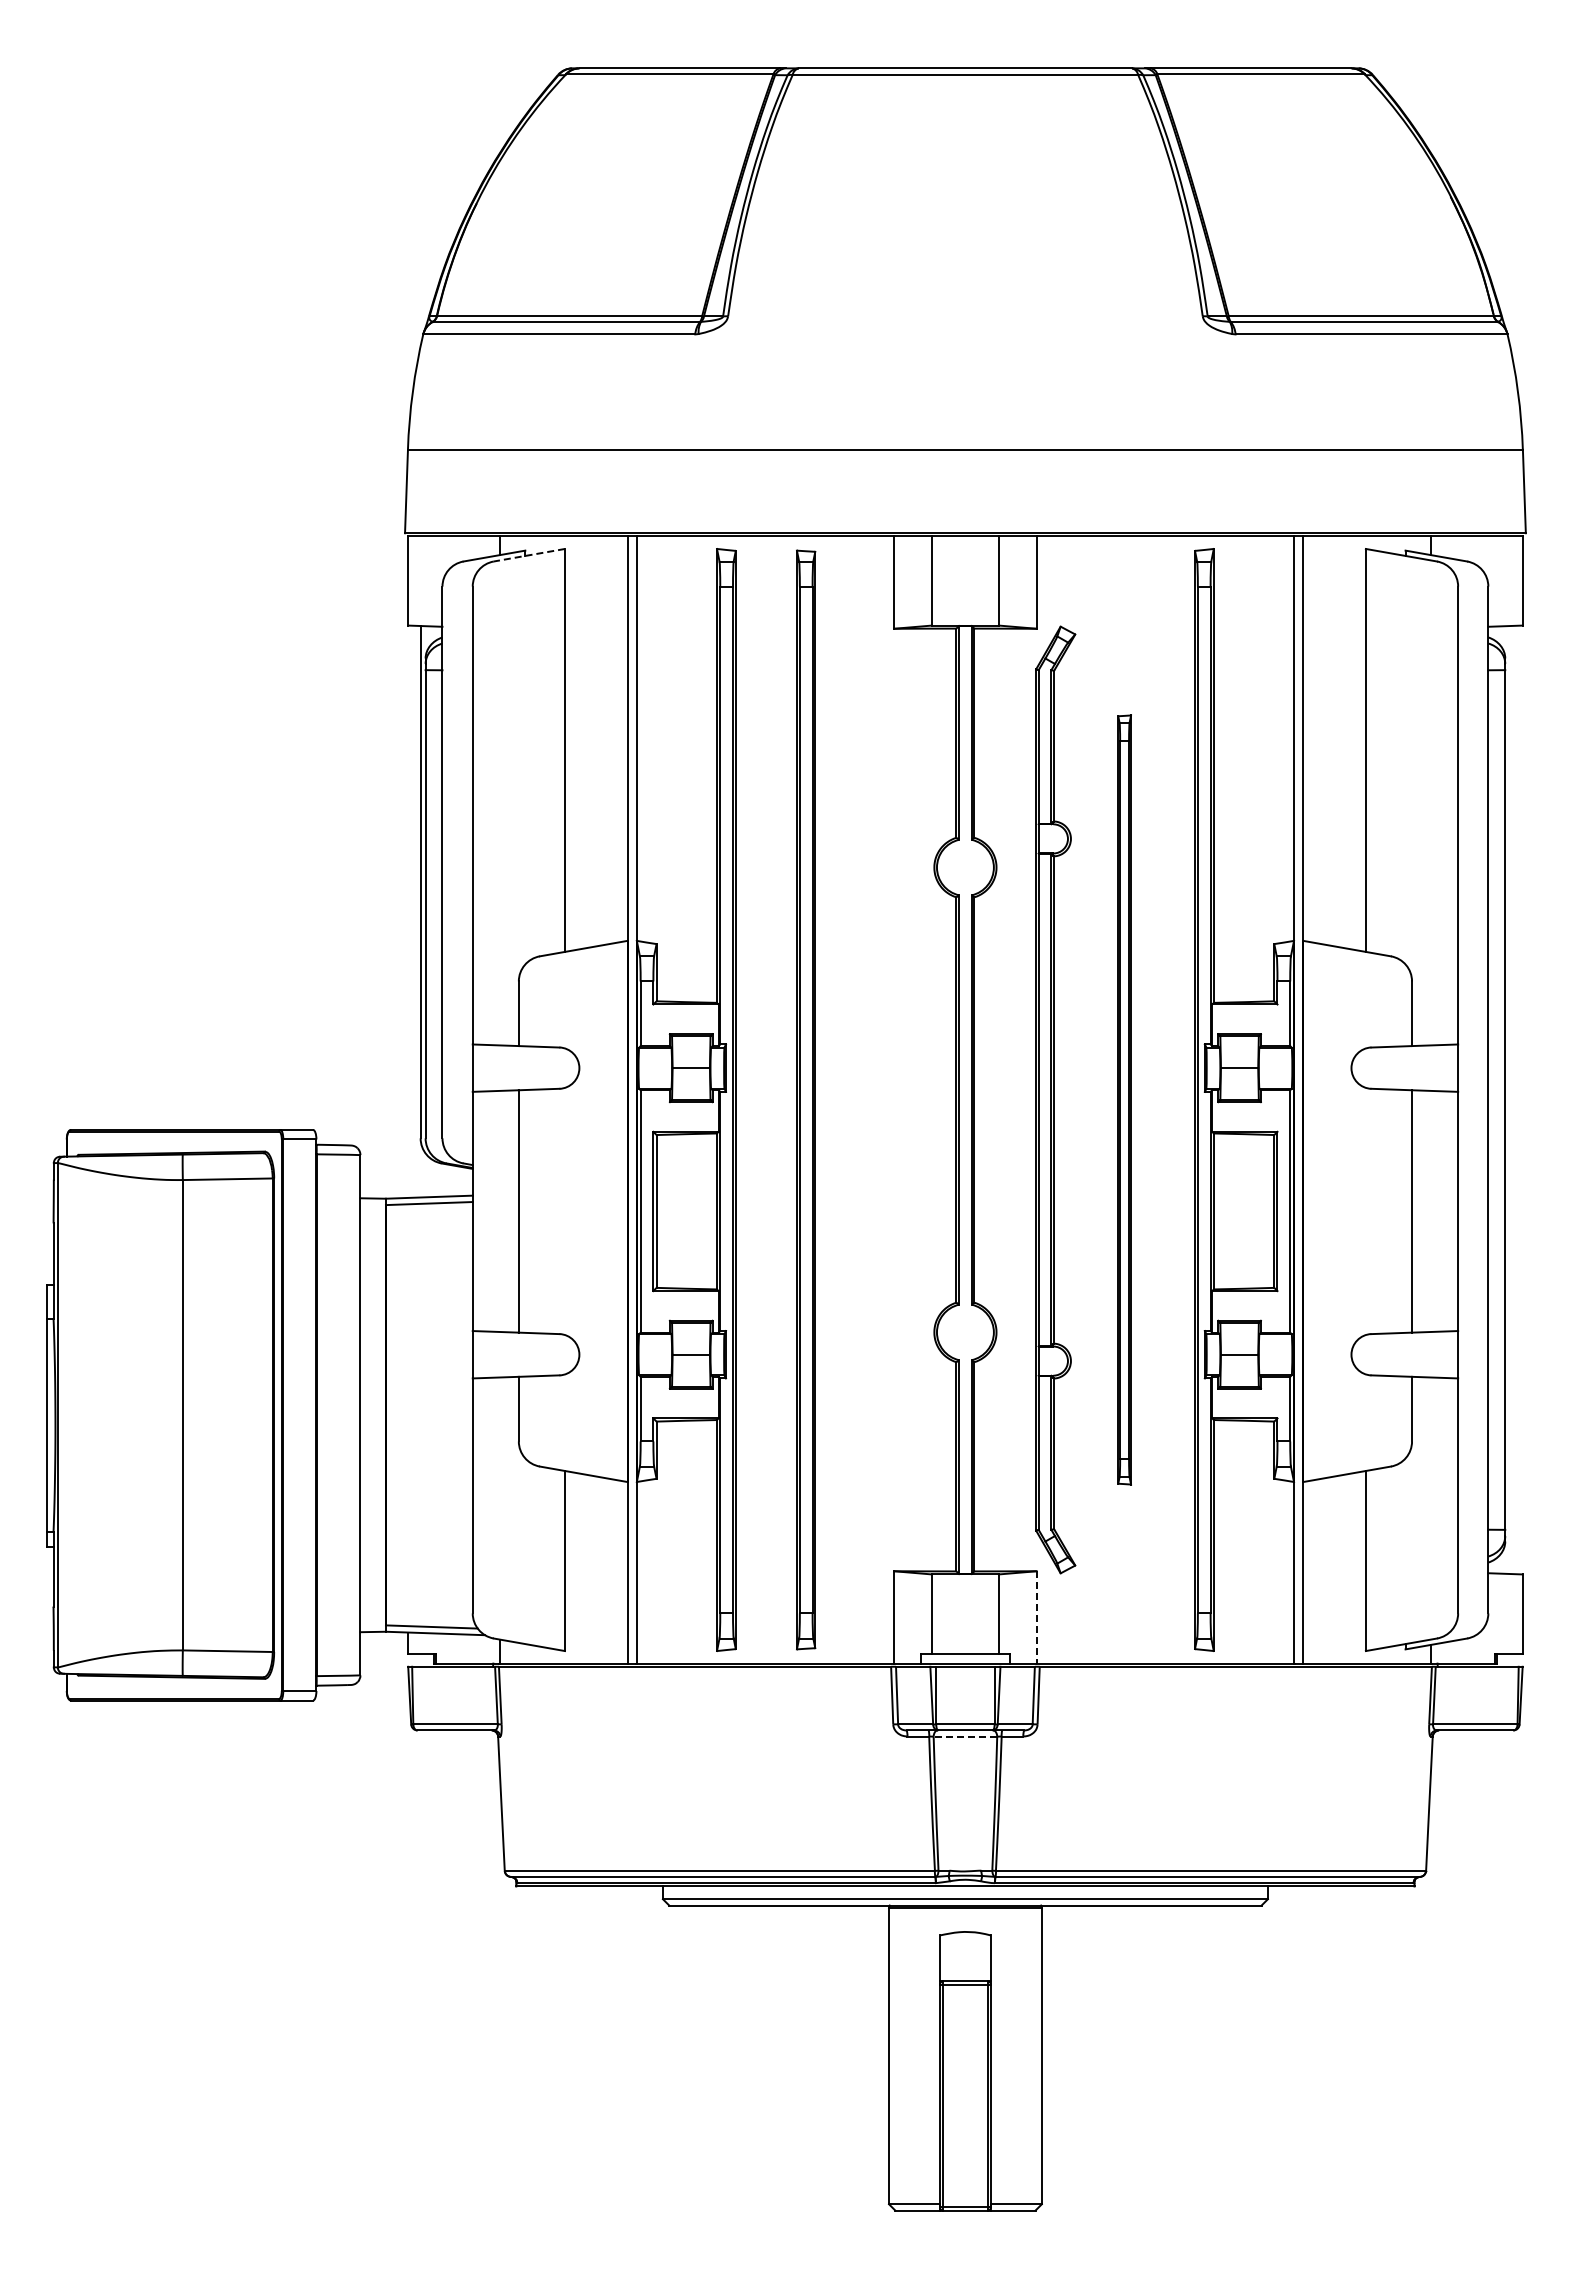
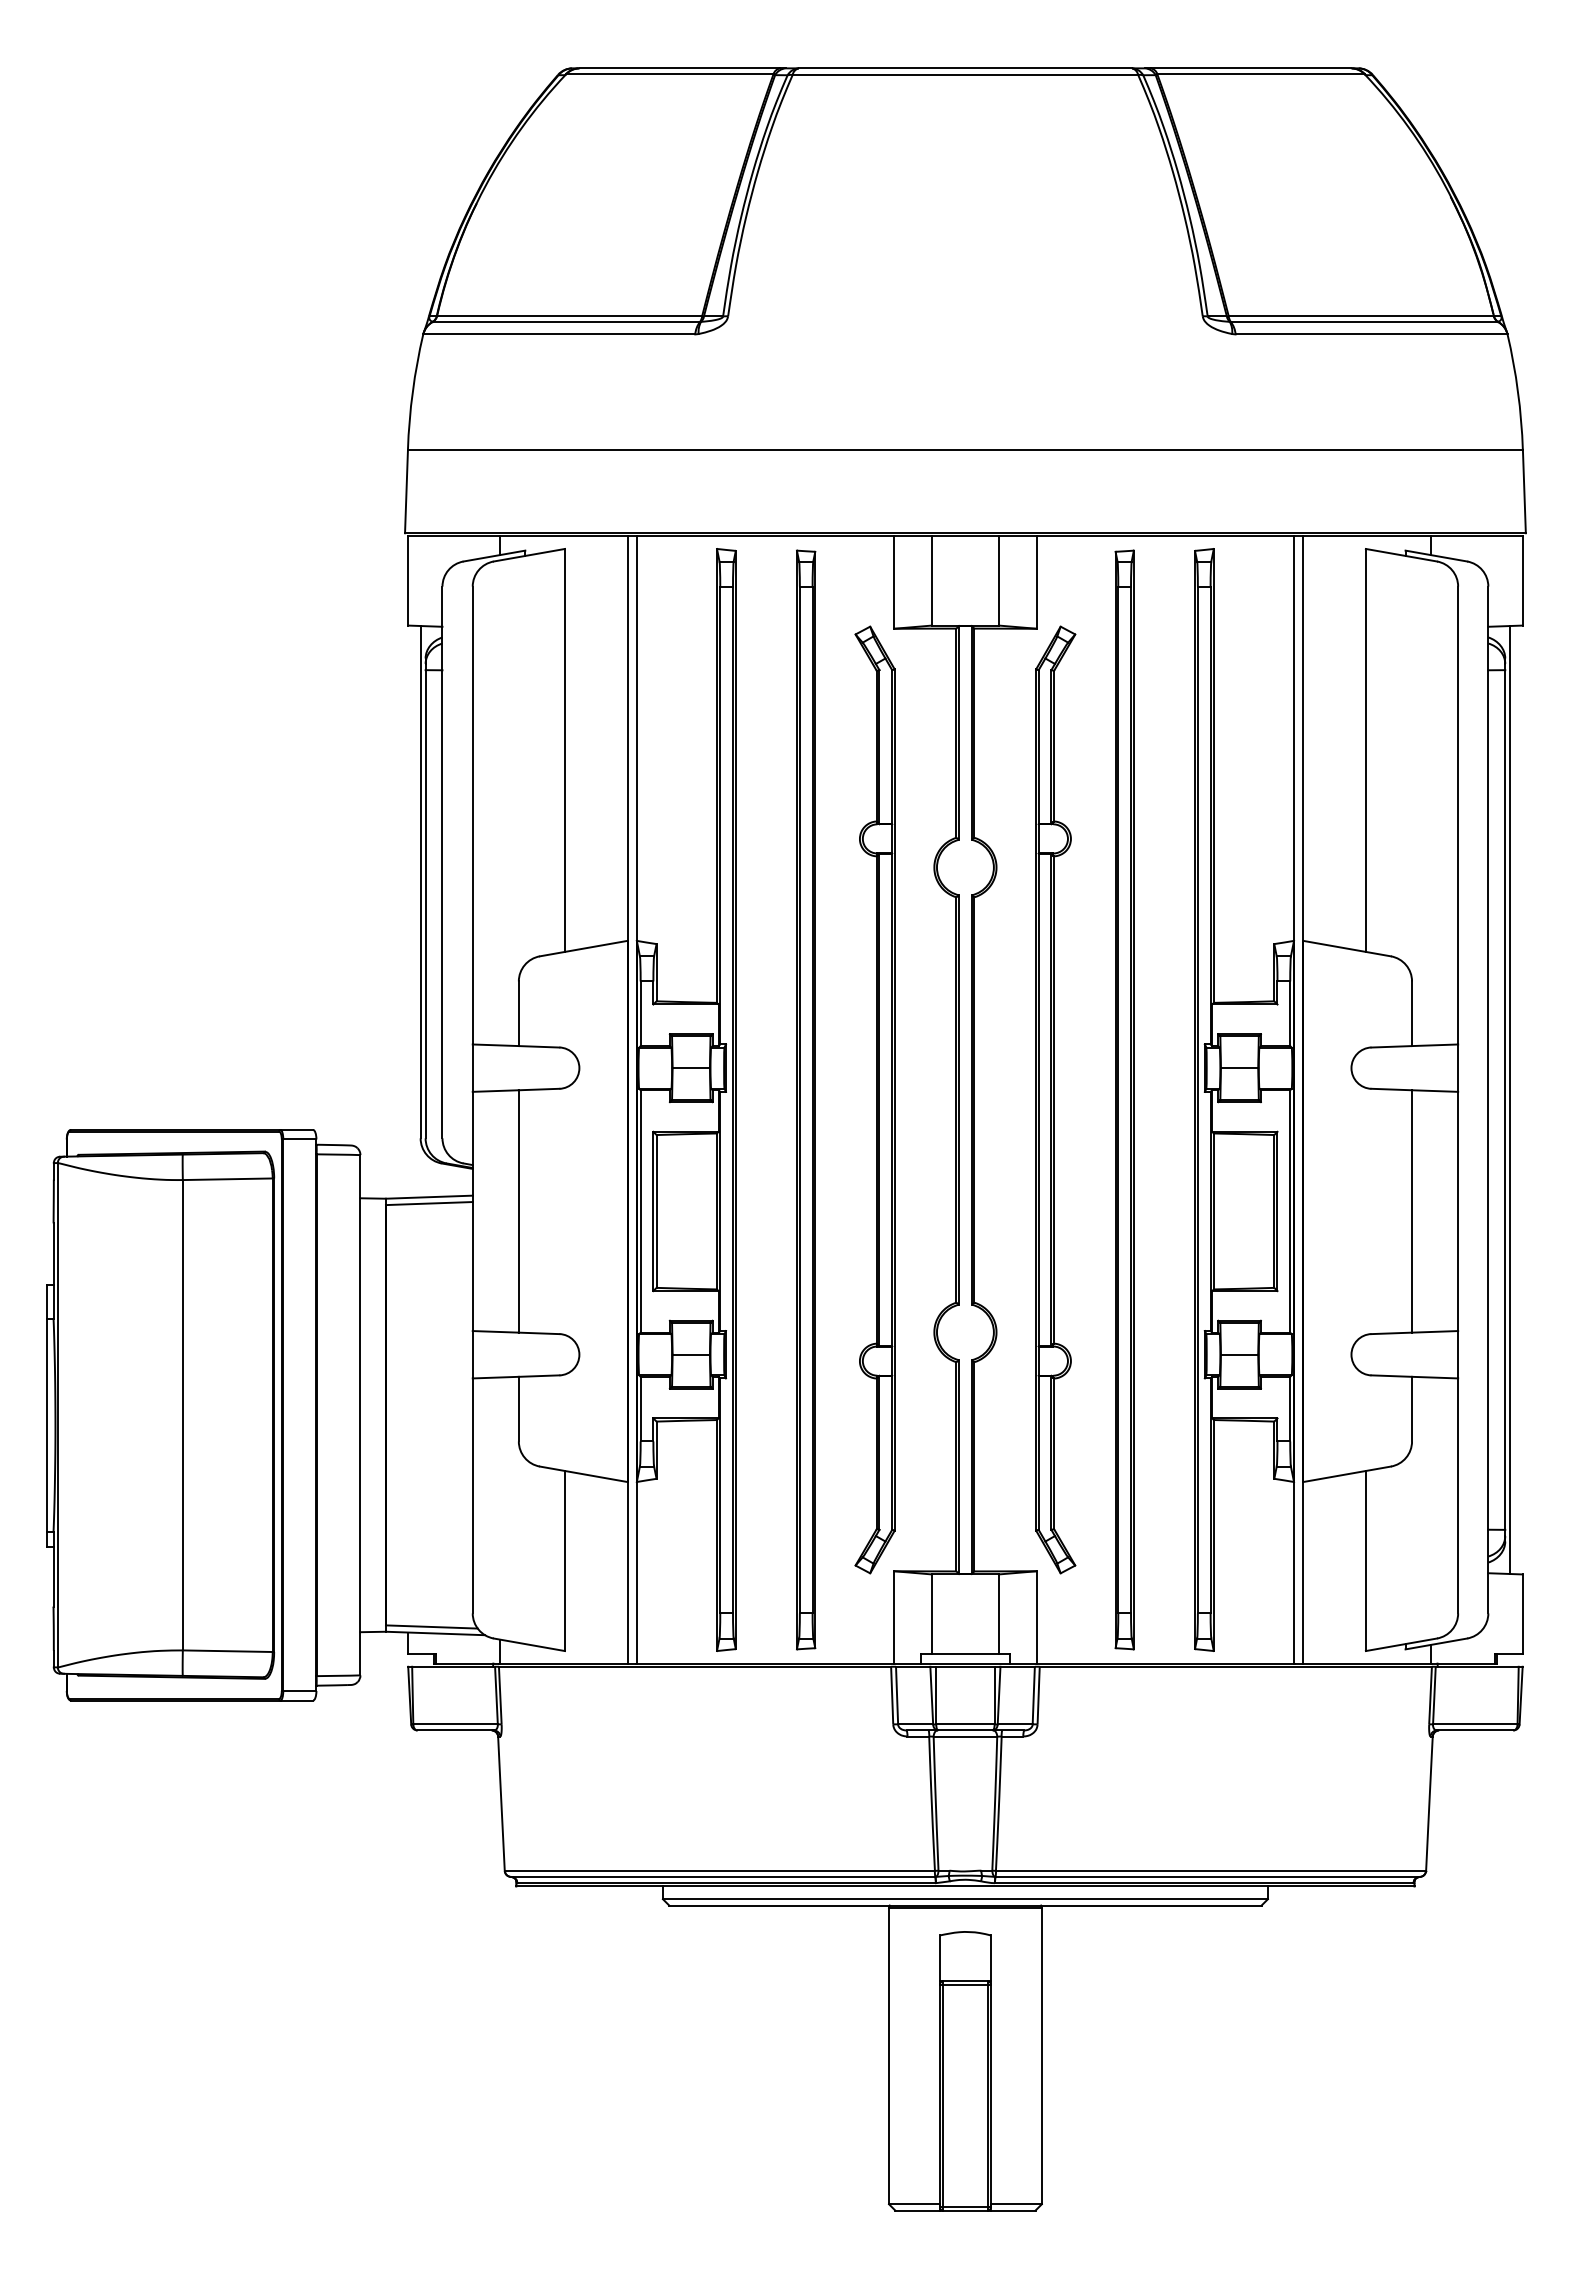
line at (528, 555): dashed -> solid
part at (874, 1099): none -> present
part at (1124, 1099) size: 15x772 px -> 21x1102 px
line at (1510, 1100): none -> present
line at (1036, 1617): dashed -> solid
line at (965, 1736): dashed -> solid
